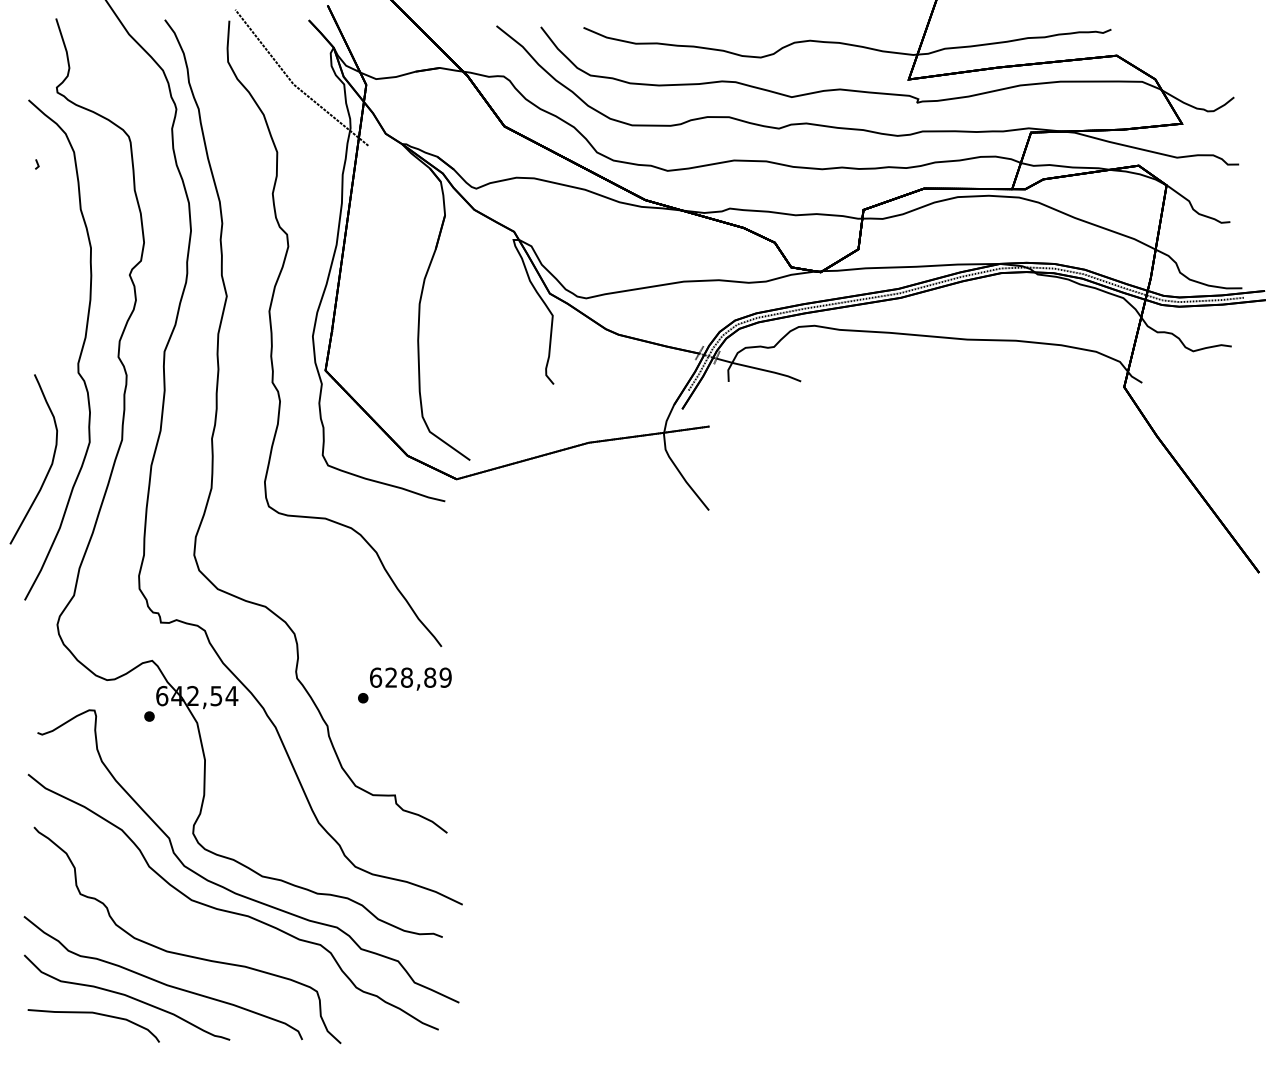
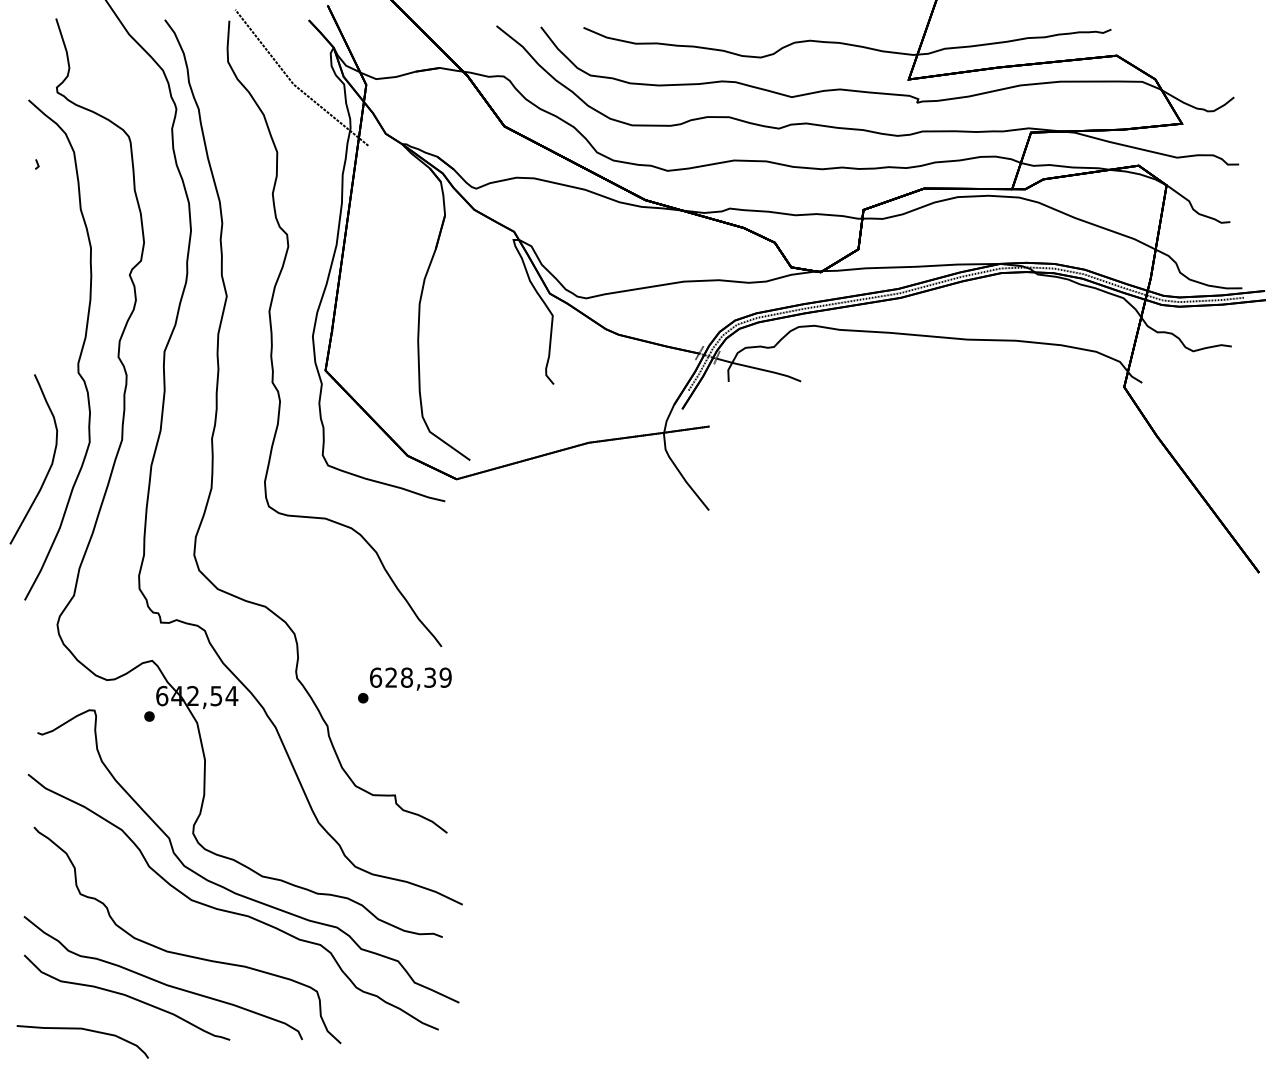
text at (430, 677): 628,89 -> 628,39
part at (95, 1014) position: (95, 1014) -> (84, 1030)
